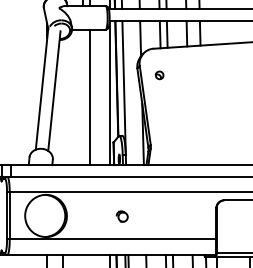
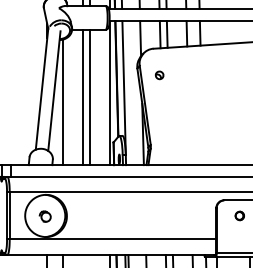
line at (82, 97): none -> present
line at (62, 102): none -> present
part at (239, 215): none -> present
part at (121, 216) position: (121, 216) -> (44, 216)
